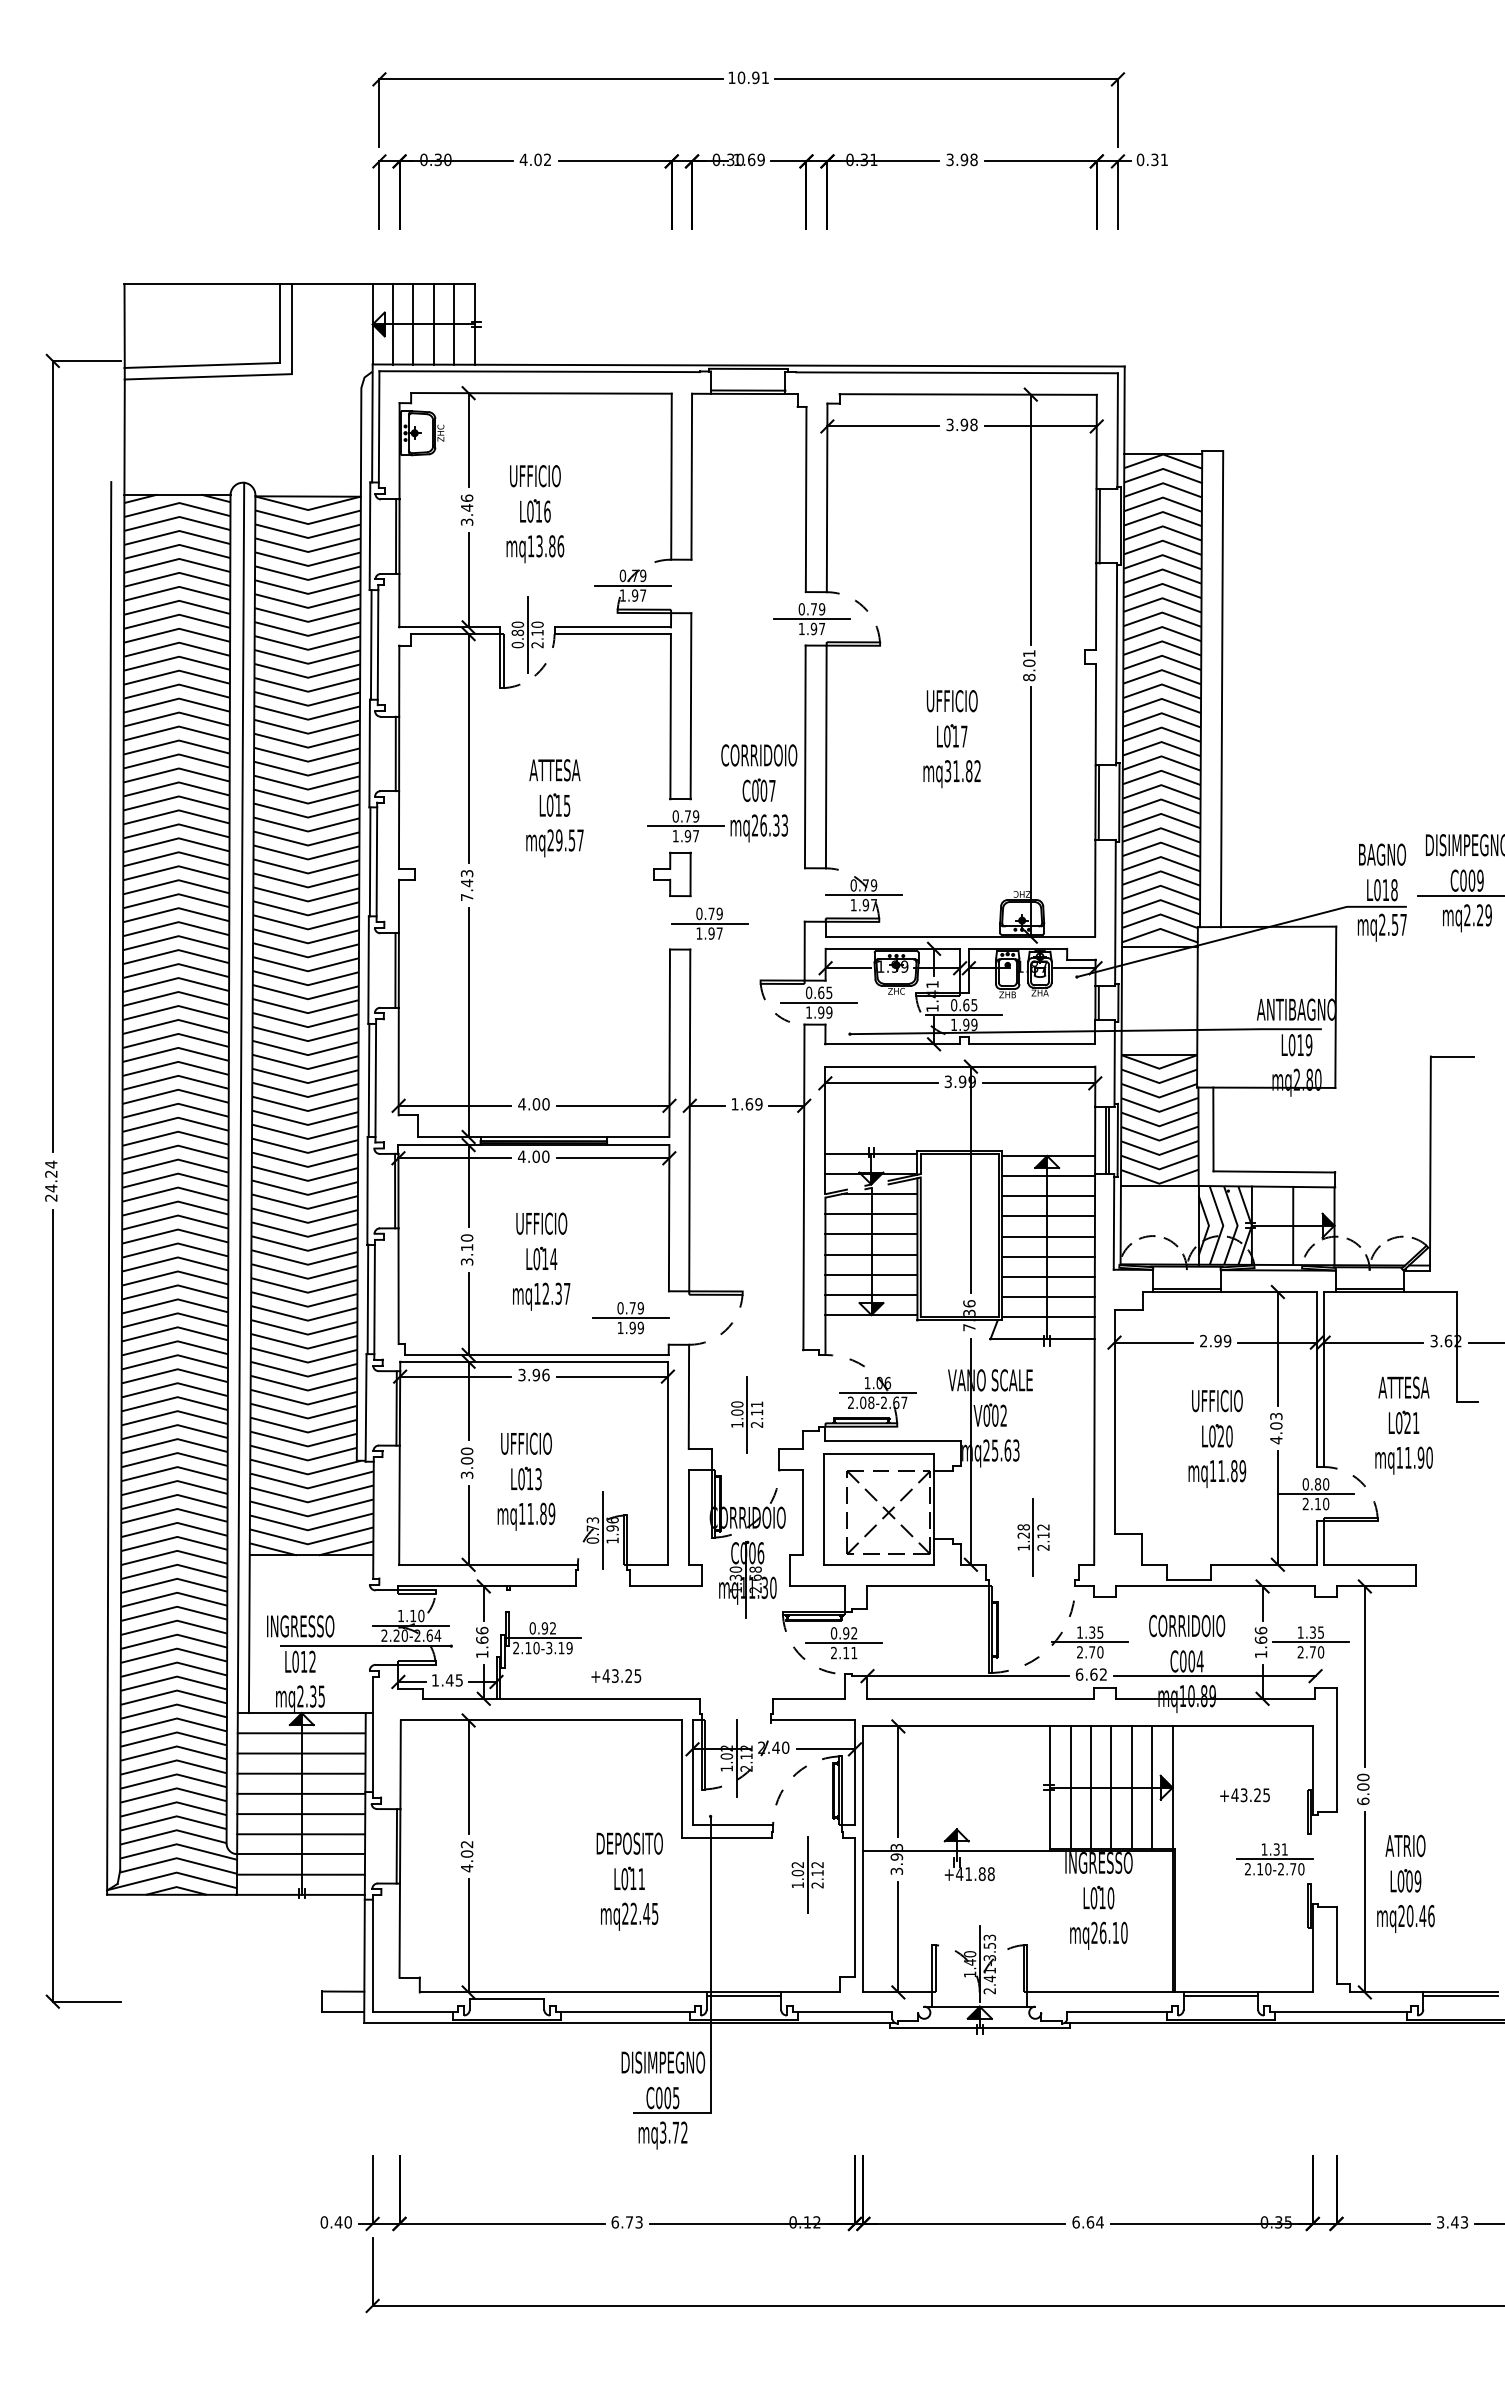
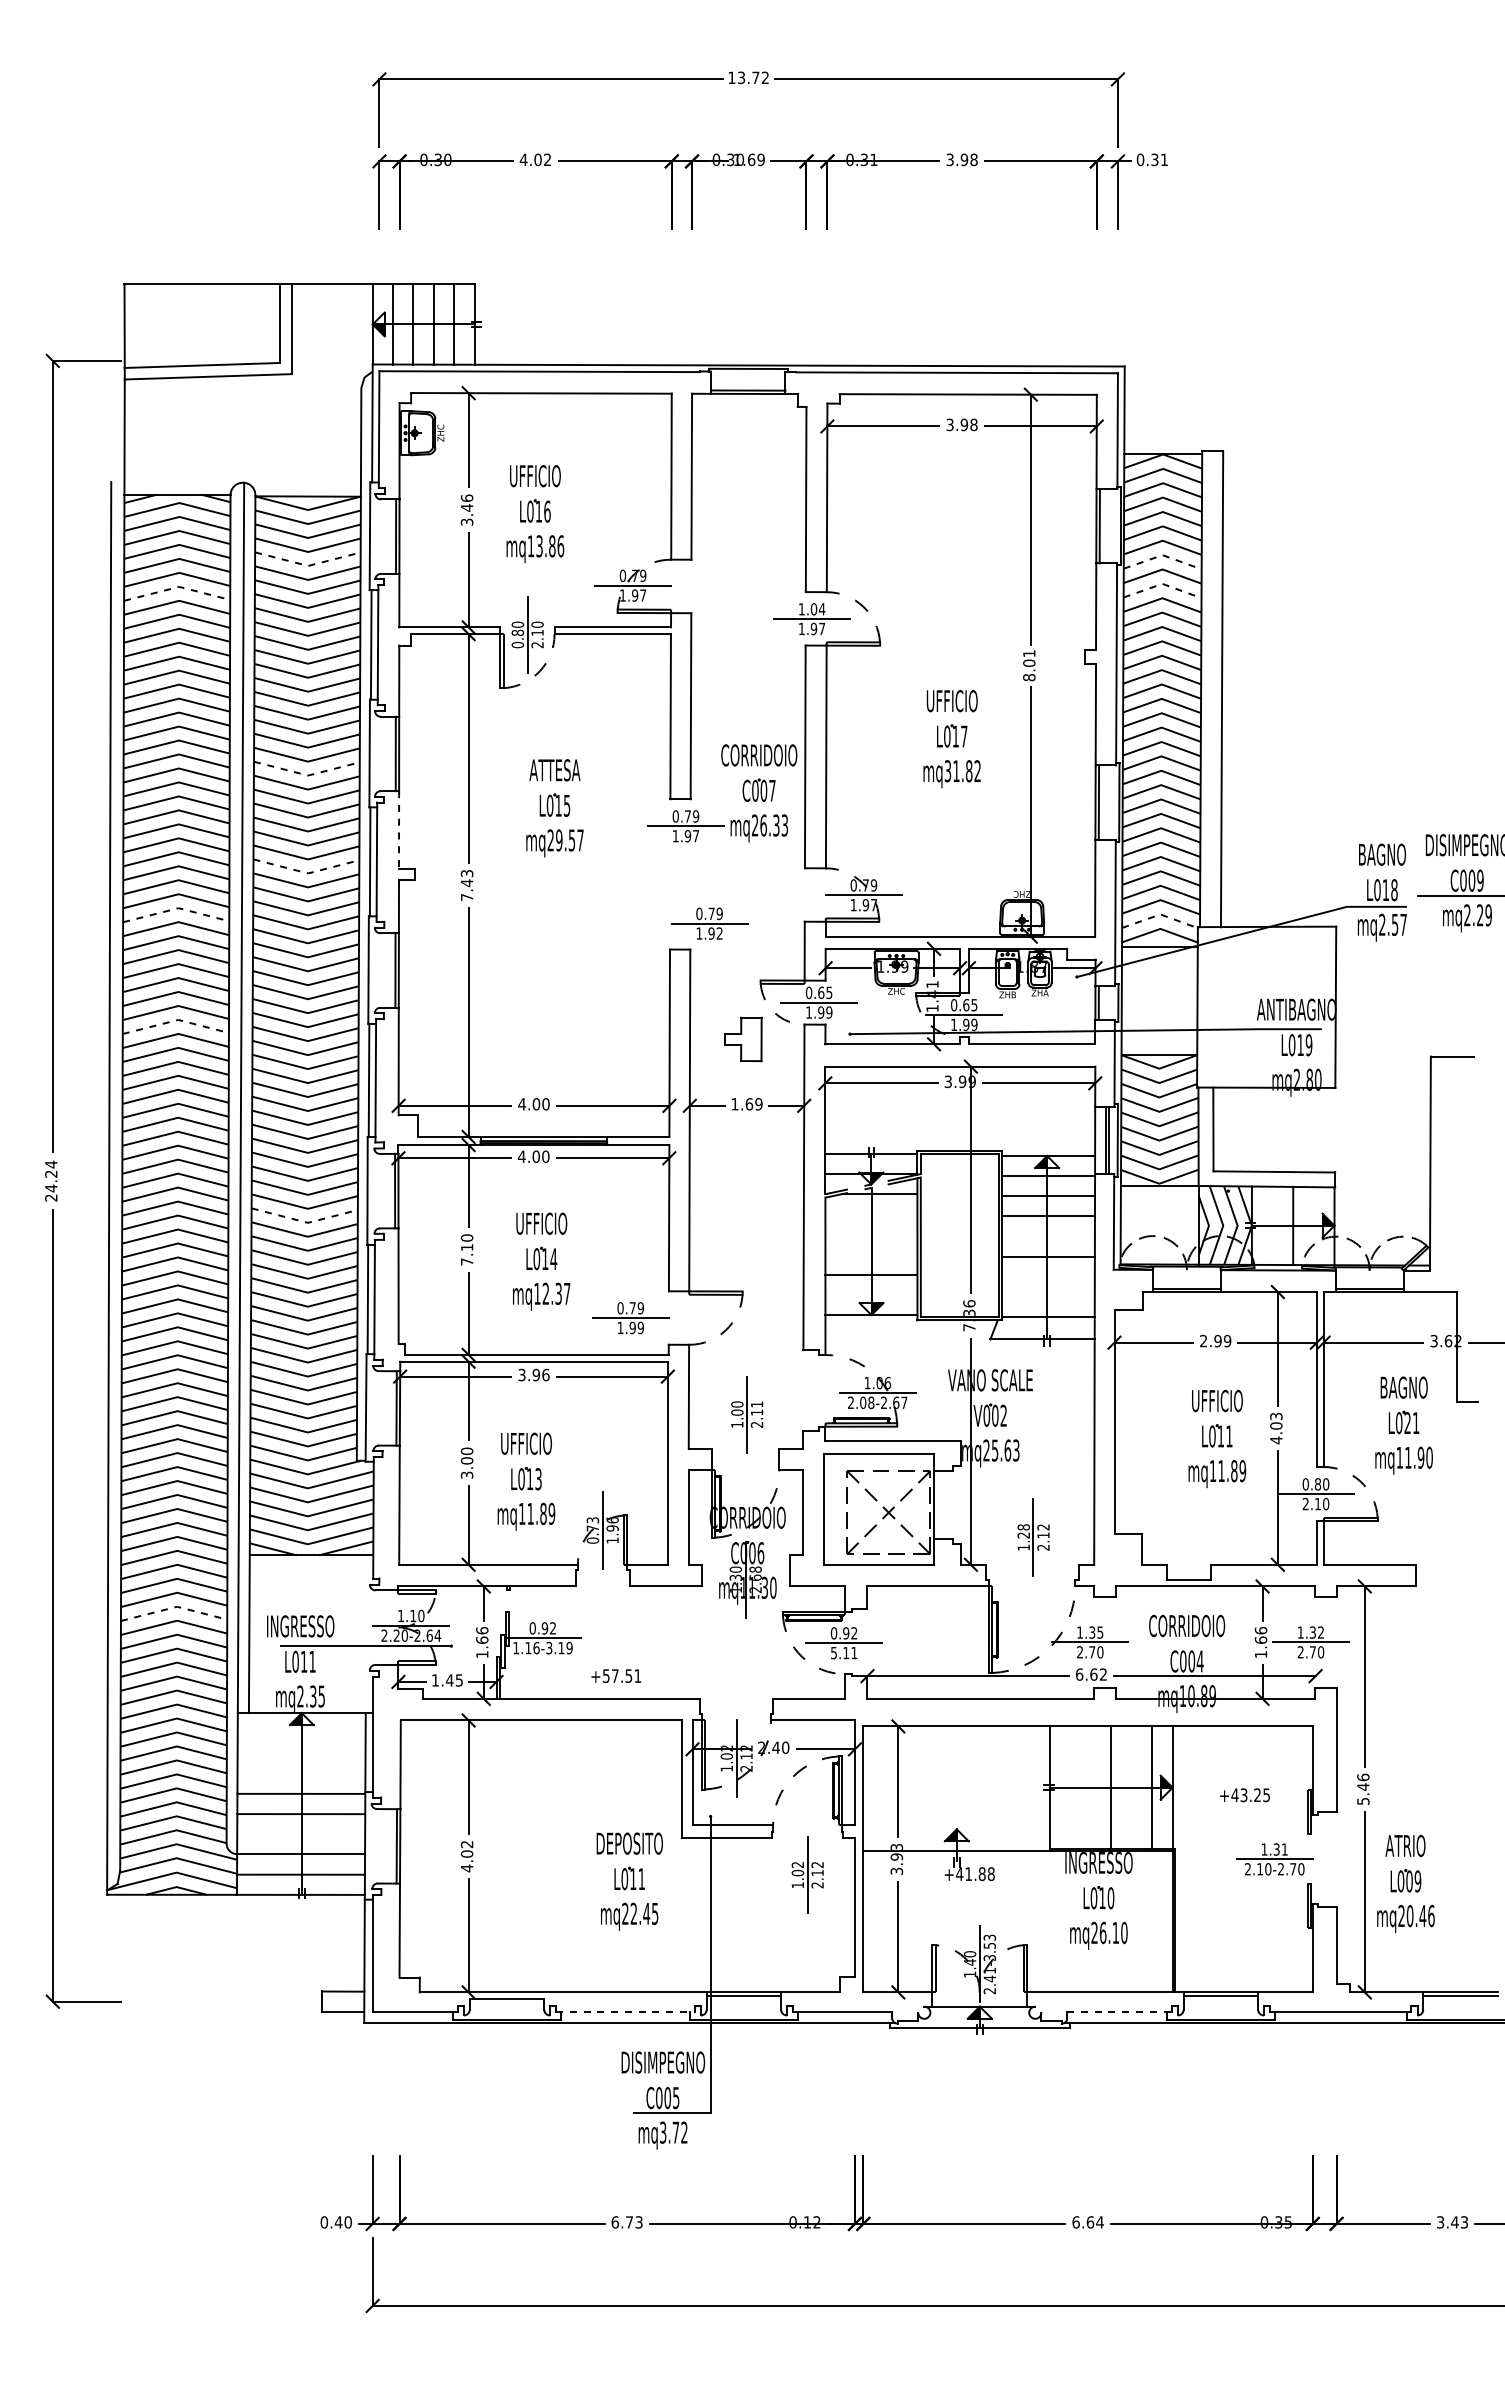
text at (752, 77): 10.91 -> 13.72
line at (1162, 555): solid -> dashed
line at (308, 565): solid -> dashed
line at (1162, 583): solid -> dashed
line at (178, 587): solid -> dashed
text at (811, 609): 0.79 -> 1.04
line at (308, 775): solid -> dashed
line at (399, 830): solid -> dashed
line at (307, 873): solid -> dashed
part at (672, 874) position: (672, 874) -> (743, 1039)
line at (176, 908): solid -> dashed
line at (1160, 914): solid -> dashed
text at (719, 933): 1.97 -> 1.92
line at (176, 1020): solid -> dashed
line at (871, 1214): present -> none
line at (305, 1222): solid -> dashed
line at (871, 1234): present -> none
line at (1048, 1236): present -> none
line at (871, 1254): present -> none
text at (466, 1261): 3.10 -> 7.10
line at (1048, 1276): present -> none
line at (871, 1294): present -> none
line at (1048, 1296): present -> none
text at (1403, 1387): ATTESA -> BAGNO
text at (1224, 1436): L020 -> L011
line at (174, 1607): solid -> dashed
text at (1320, 1632): 1.35 -> 1.32
text at (526, 1647): 2.10-3.19 -> 1.16-3.19
text at (833, 1652): 2.11 -> 5.11
text at (312, 1661): L012 -> L011
text at (621, 1675): +43.25 -> +57.51
line at (300, 1733): present -> none
line at (300, 1753): present -> none
line at (300, 1773): present -> none
line at (1070, 1787): present -> none
line at (1091, 1787): present -> none
line at (1131, 1787): present -> none
text at (1363, 1789): 6.00 -> 5.46
line at (300, 1834): present -> none
line at (625, 2012): solid -> dashed
line at (1119, 2012): solid -> dashed
